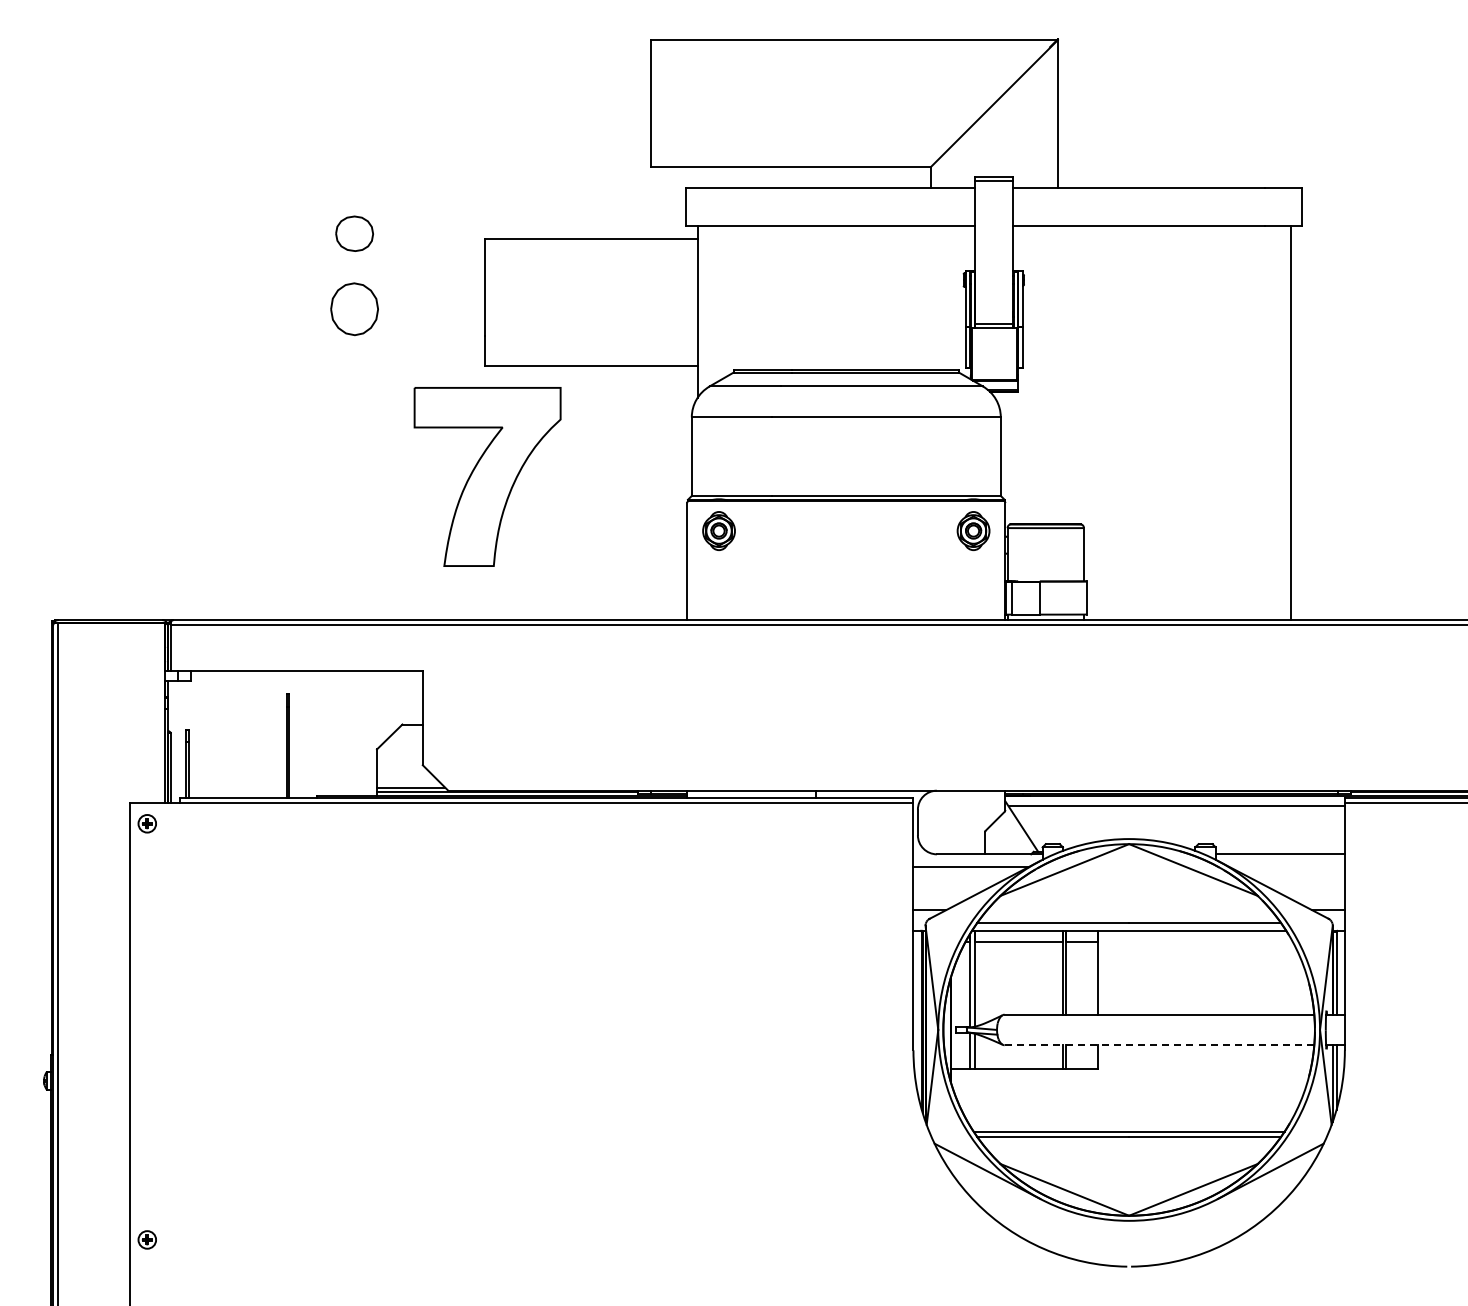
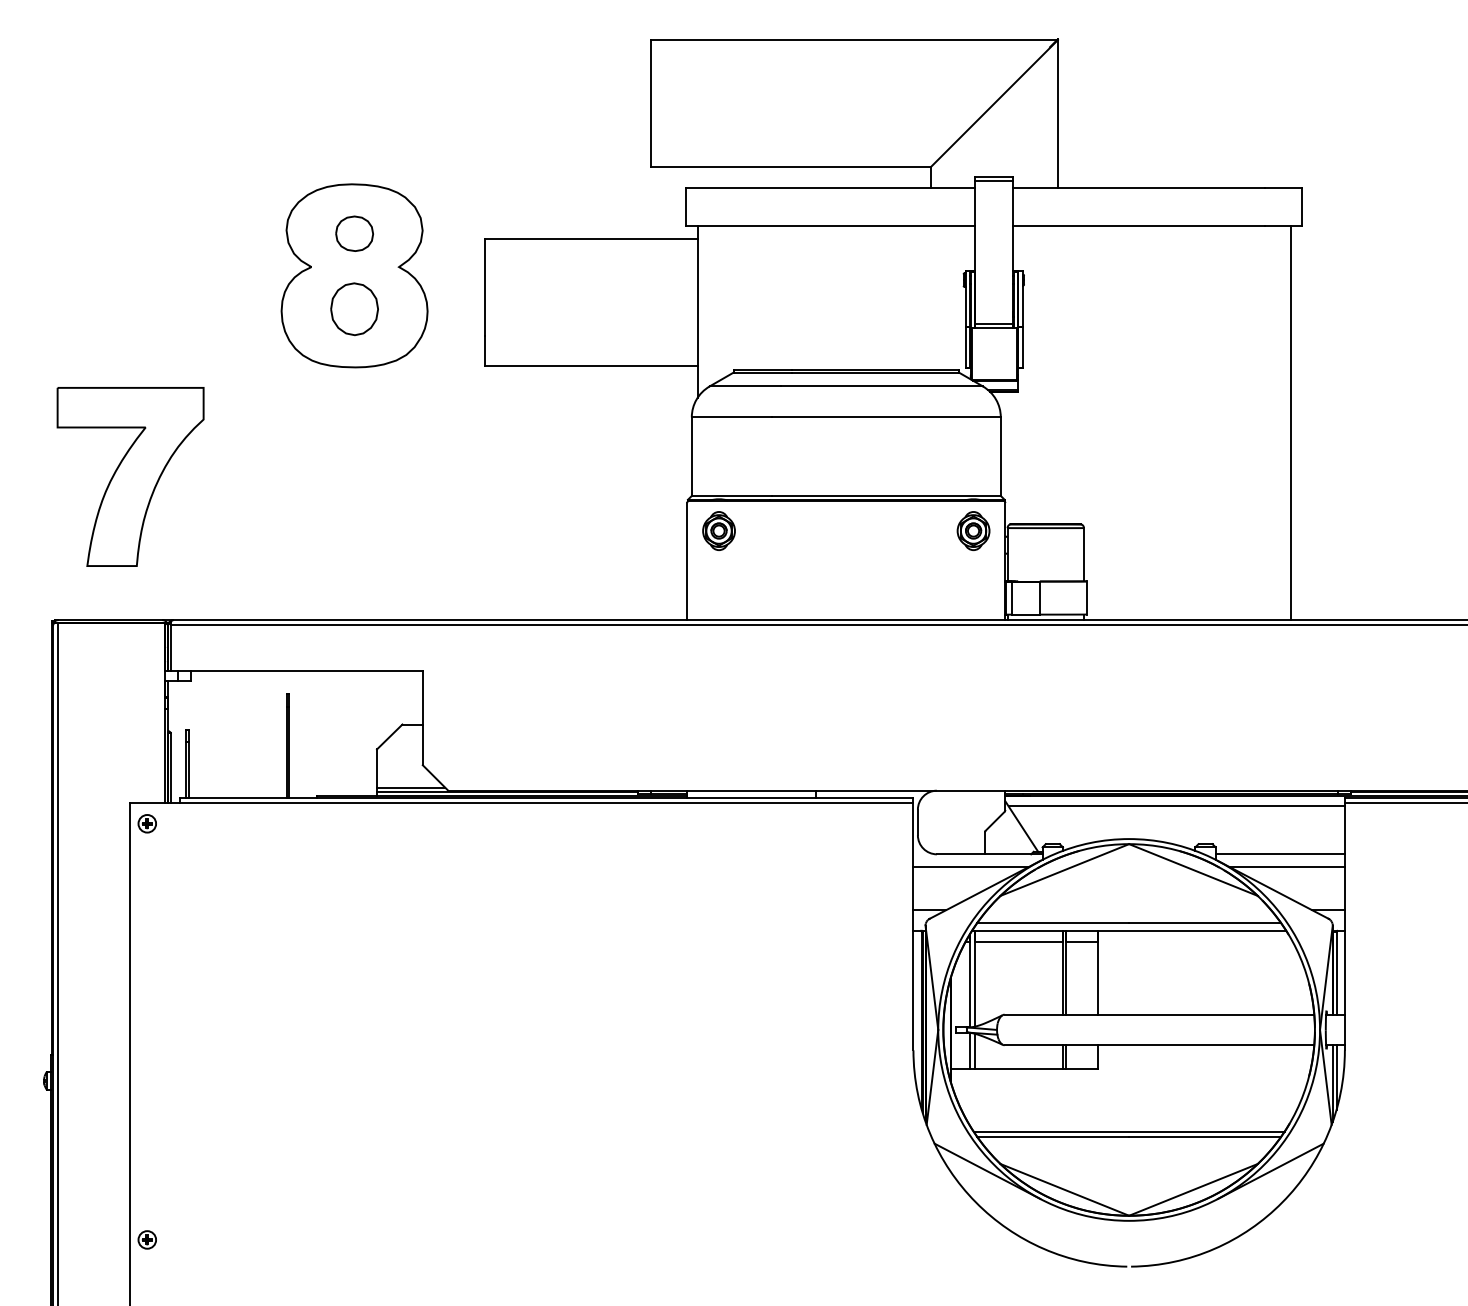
part at (354, 275): none -> present
part at (487, 476) position: (487, 476) -> (130, 476)
line at (1286, 867): none -> present
line at (1159, 1045): dashed -> solid
